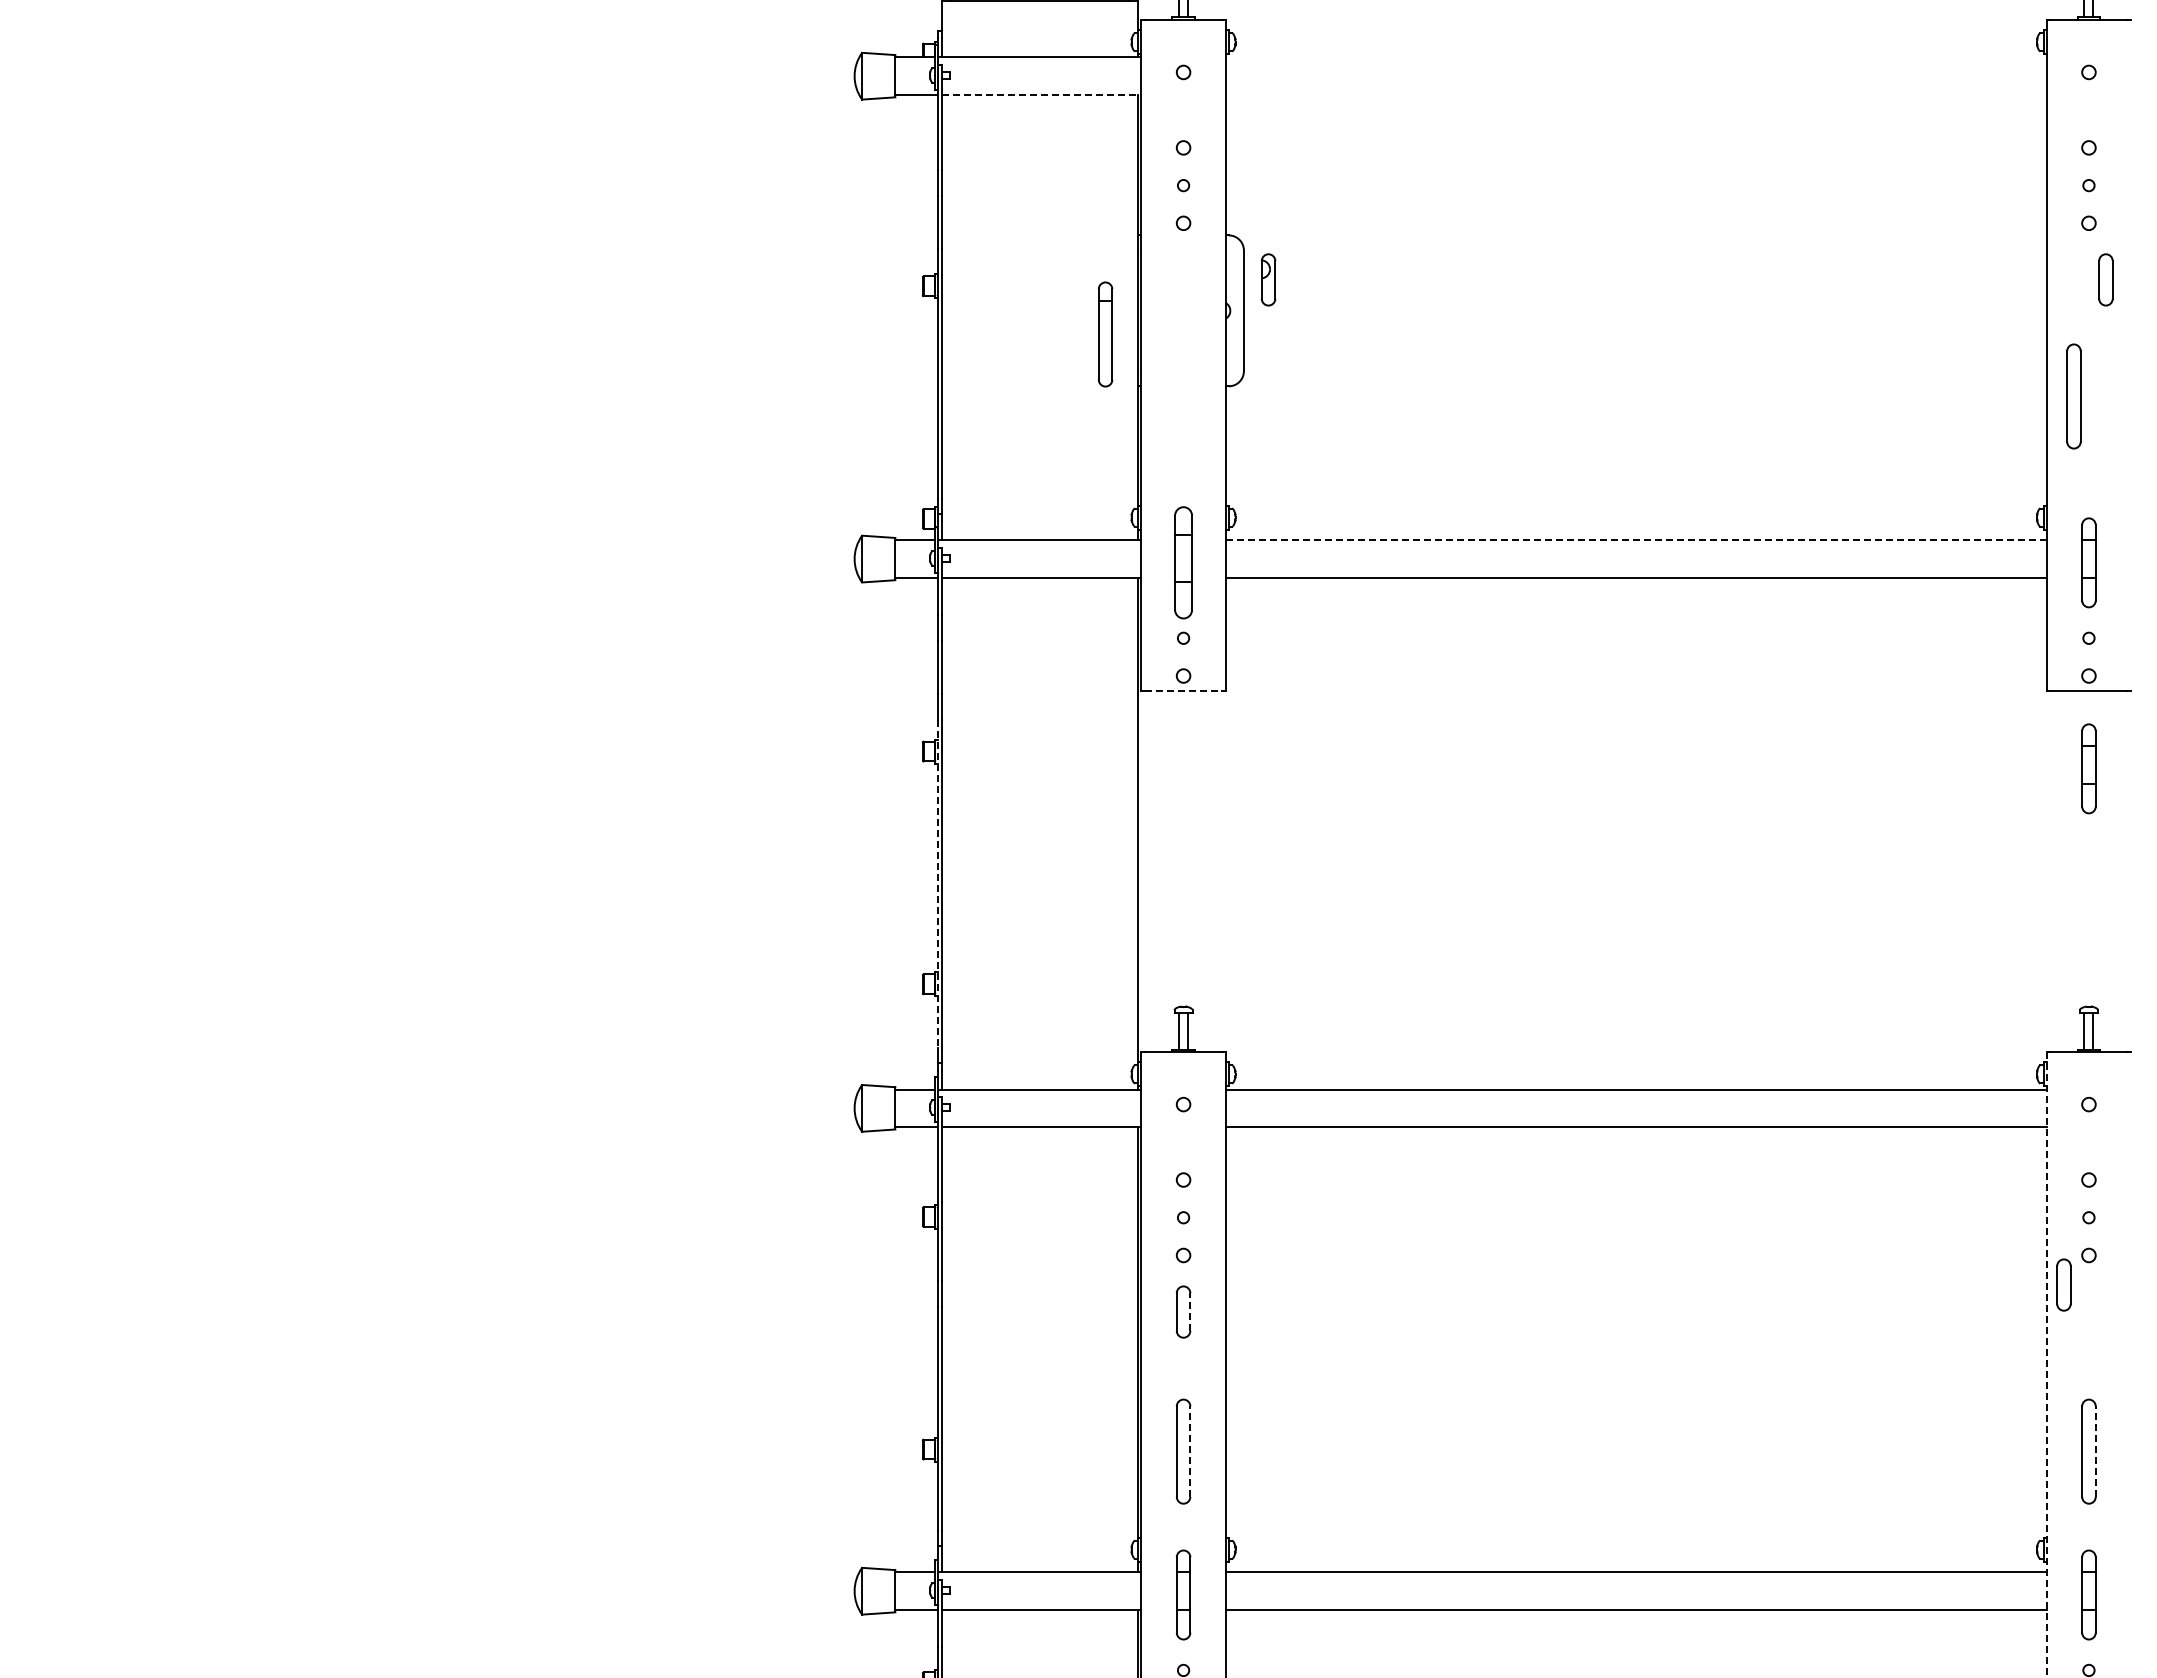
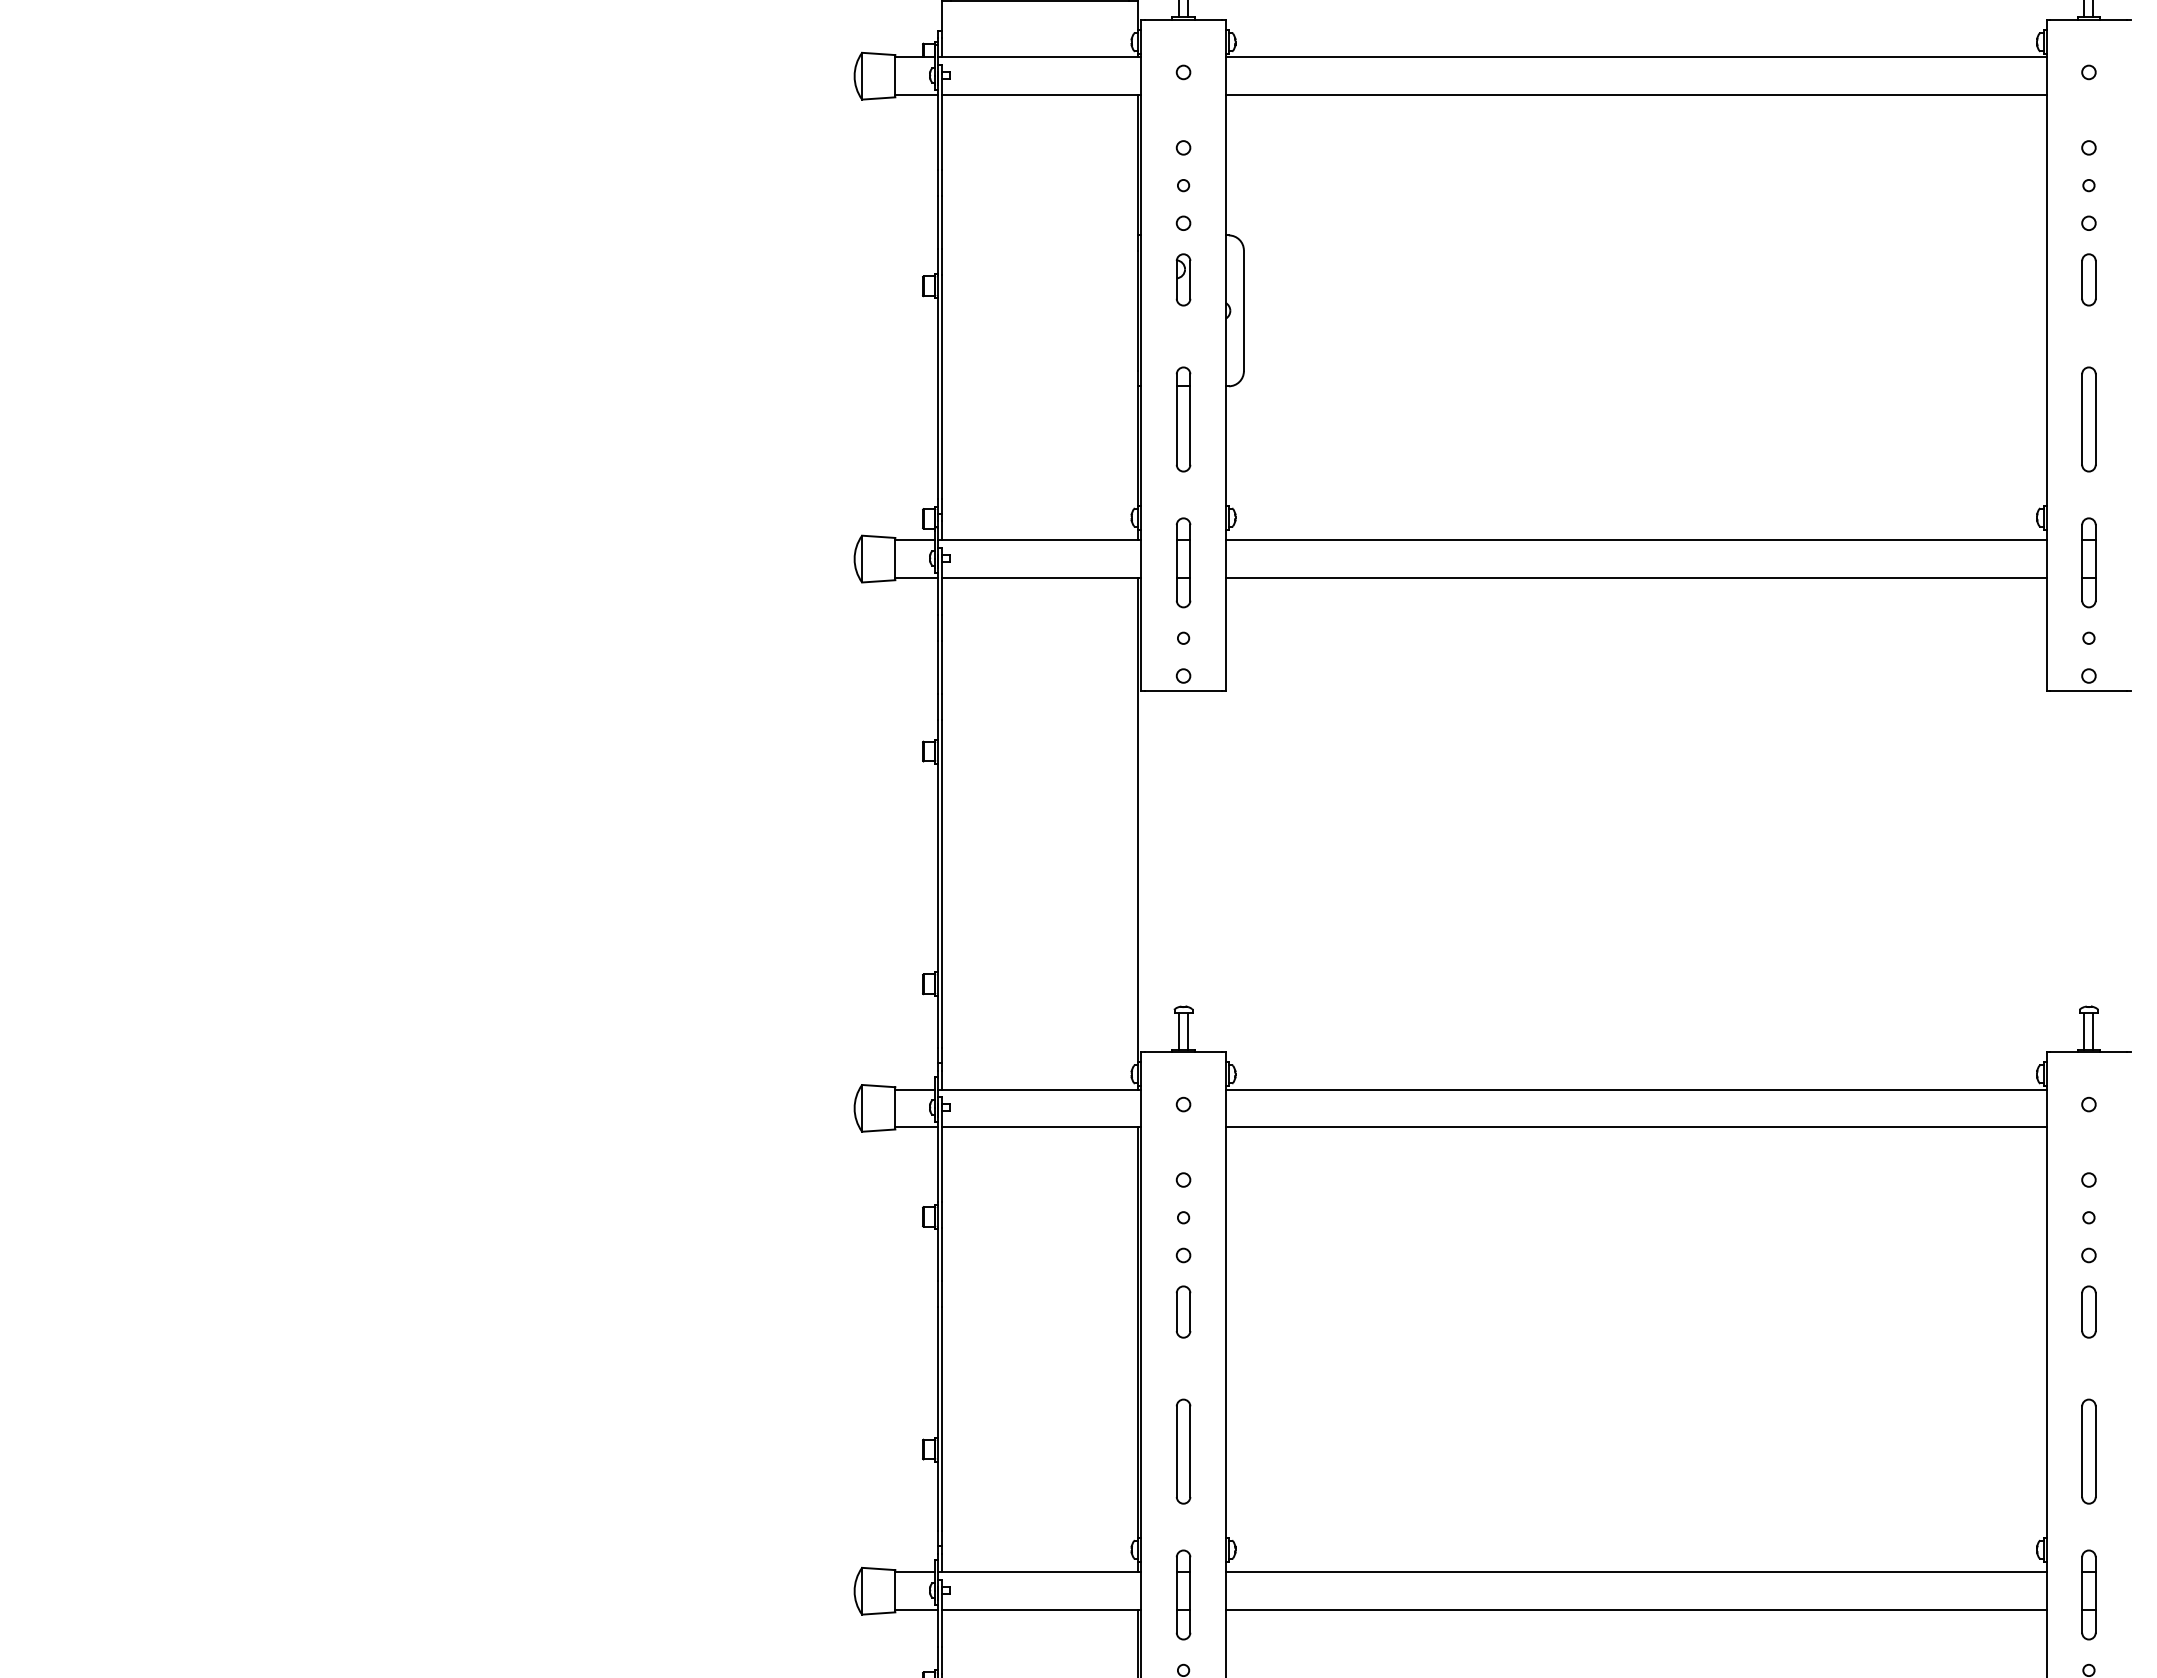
line at (1635, 57): none -> present
line at (1041, 95): dashed -> solid
line at (1635, 95): none -> present
part at (1268, 279) position: (1268, 279) -> (1183, 279)
part at (2105, 279) position: (2105, 279) -> (2088, 279)
part at (1105, 334) position: (1105, 334) -> (1183, 419)
part at (2073, 396) position: (2073, 396) -> (2088, 419)
line at (1635, 540): dashed -> solid
part at (1183, 562) size: 19x114 px -> 17x92 px
line at (1184, 691): dashed -> solid
part at (2088, 768): present -> none
line at (937, 884): dashed -> solid
part at (2063, 1284) position: (2063, 1284) -> (2088, 1311)
line at (1190, 1312): dashed -> solid
line at (2046, 1364): dashed -> solid
line at (1190, 1451): dashed -> solid
line at (2095, 1451): dashed -> solid
